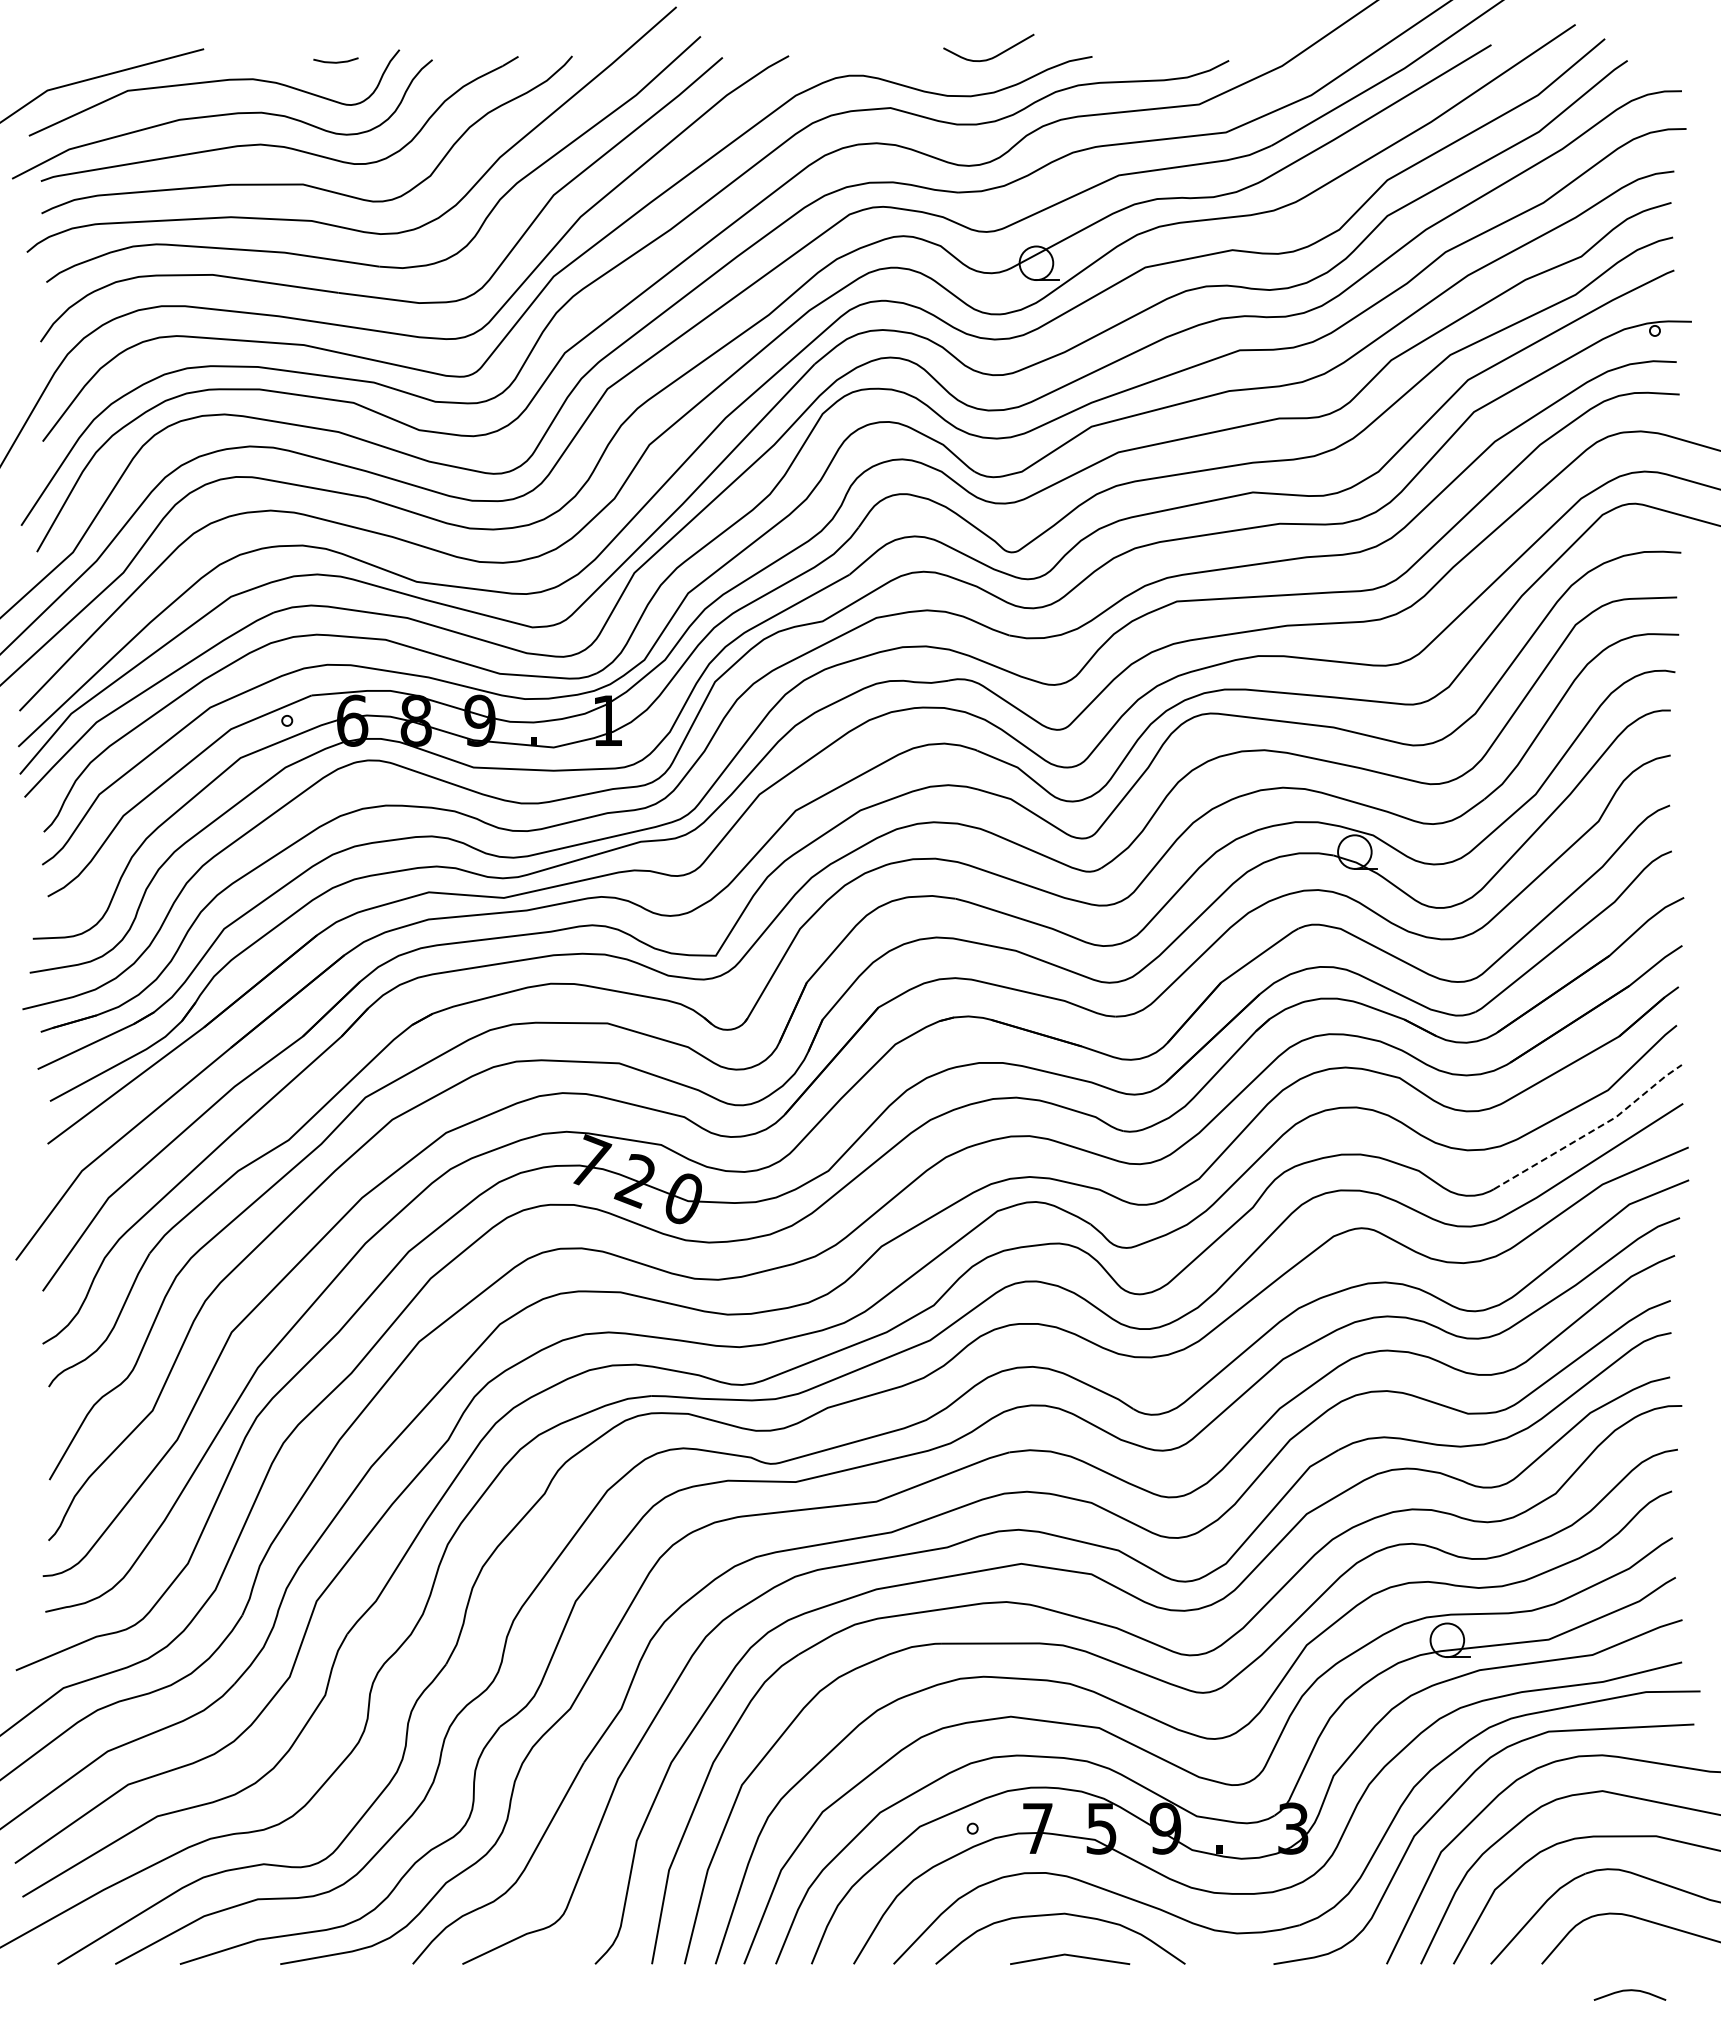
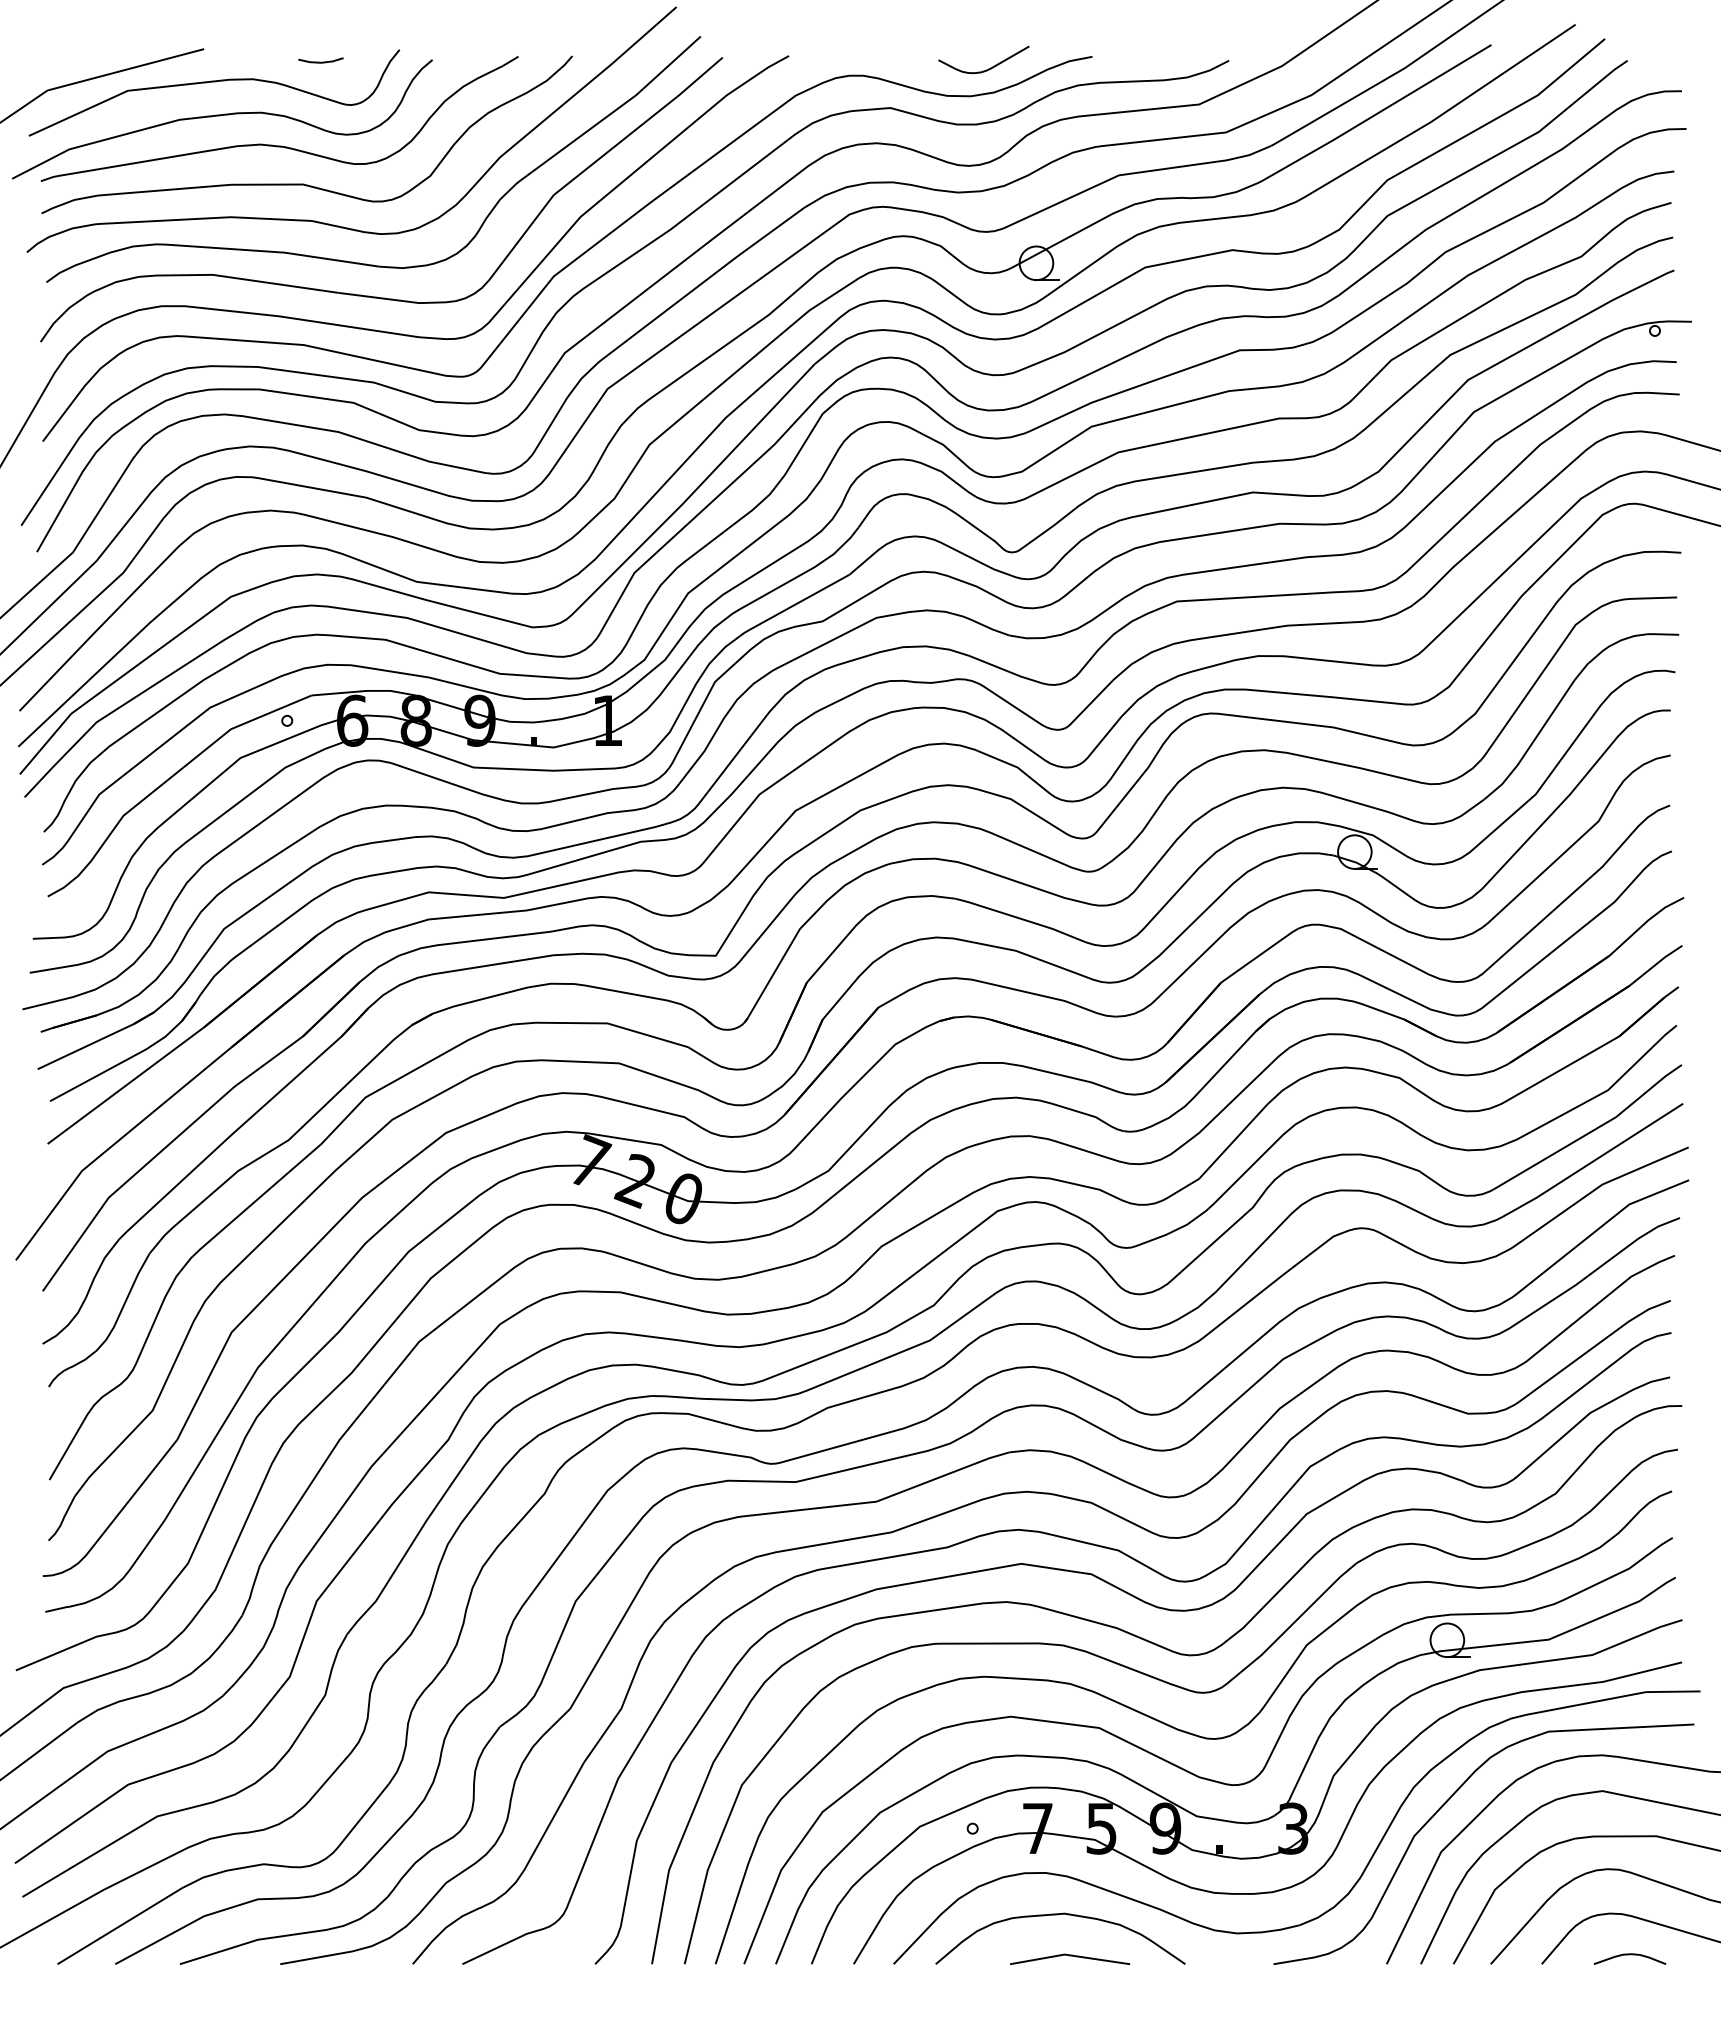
curve at (993, 56) position: (993, 56) -> (988, 68)
line at (335, 61) position: (335, 61) -> (320, 61)
line at (1592, 1131): dashed -> solid
curve at (1629, 1991) position: (1629, 1991) -> (1629, 1955)
